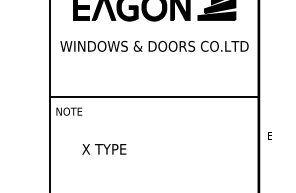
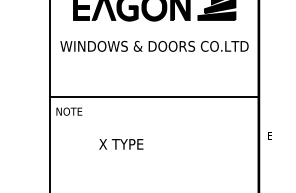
text at (104, 149) position: (104, 149) -> (121, 144)
